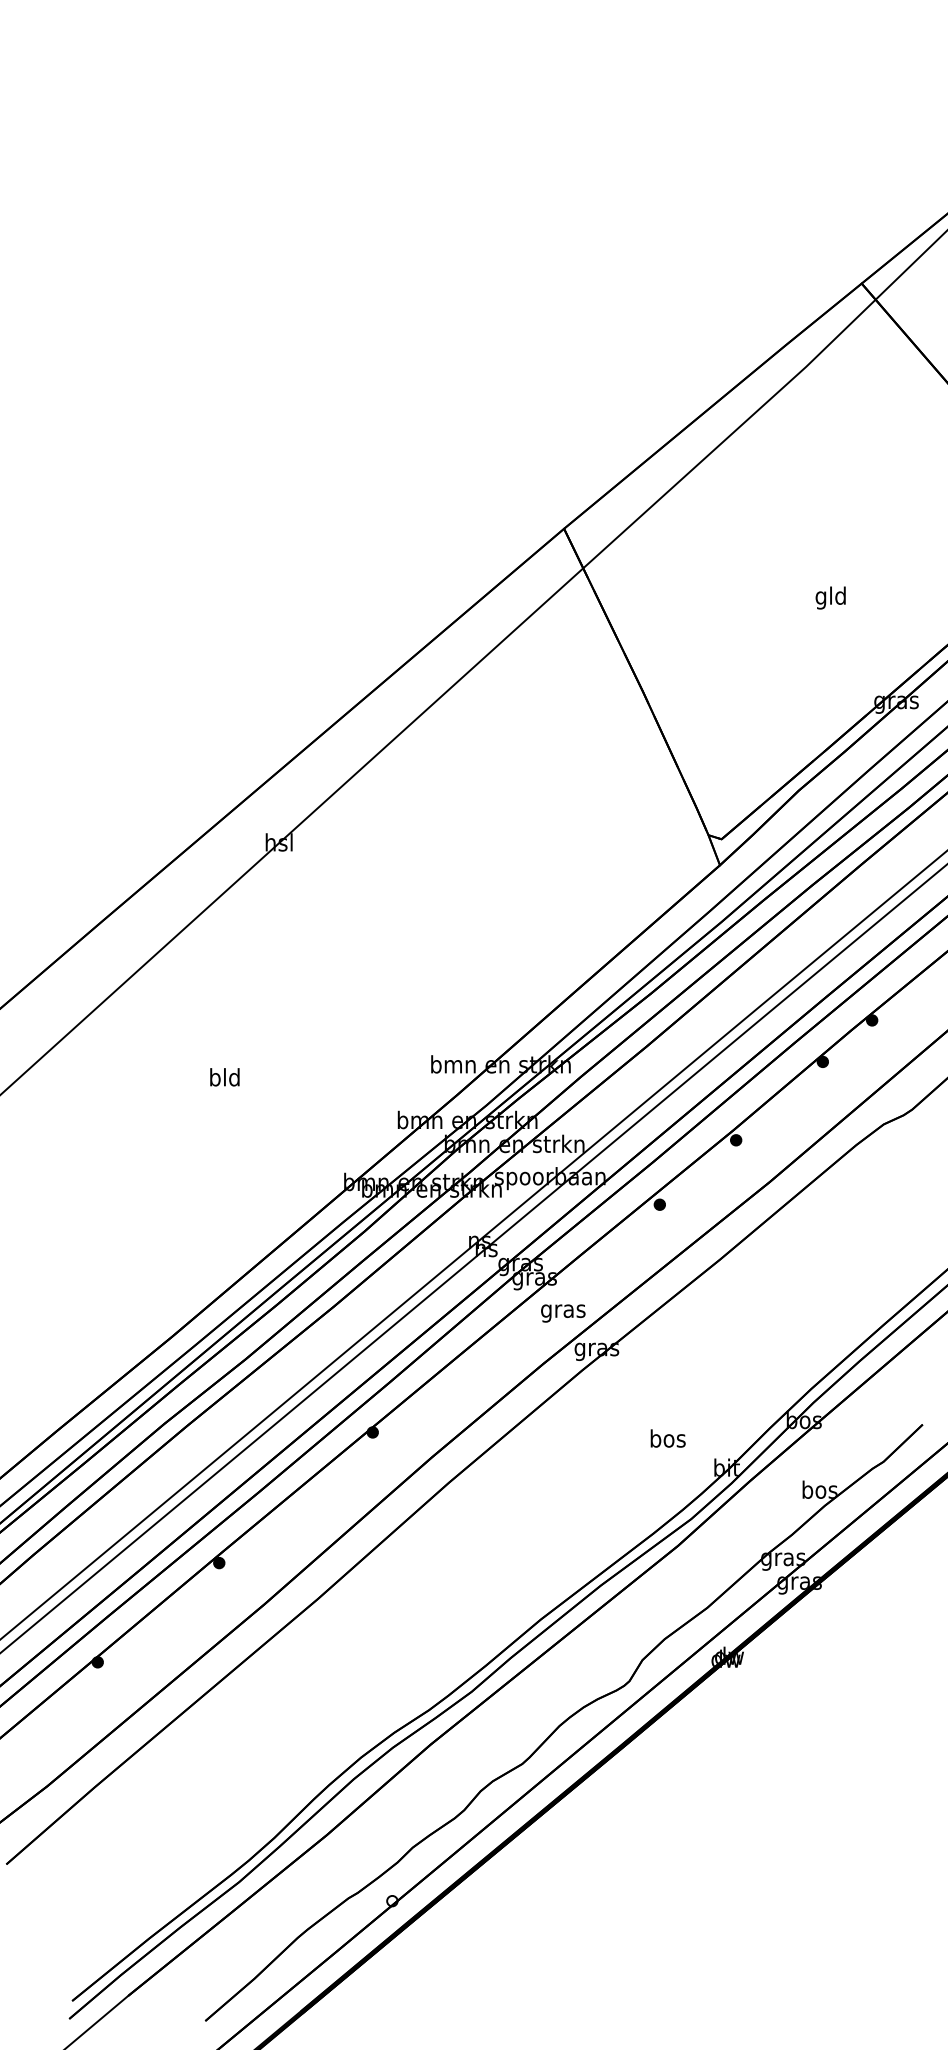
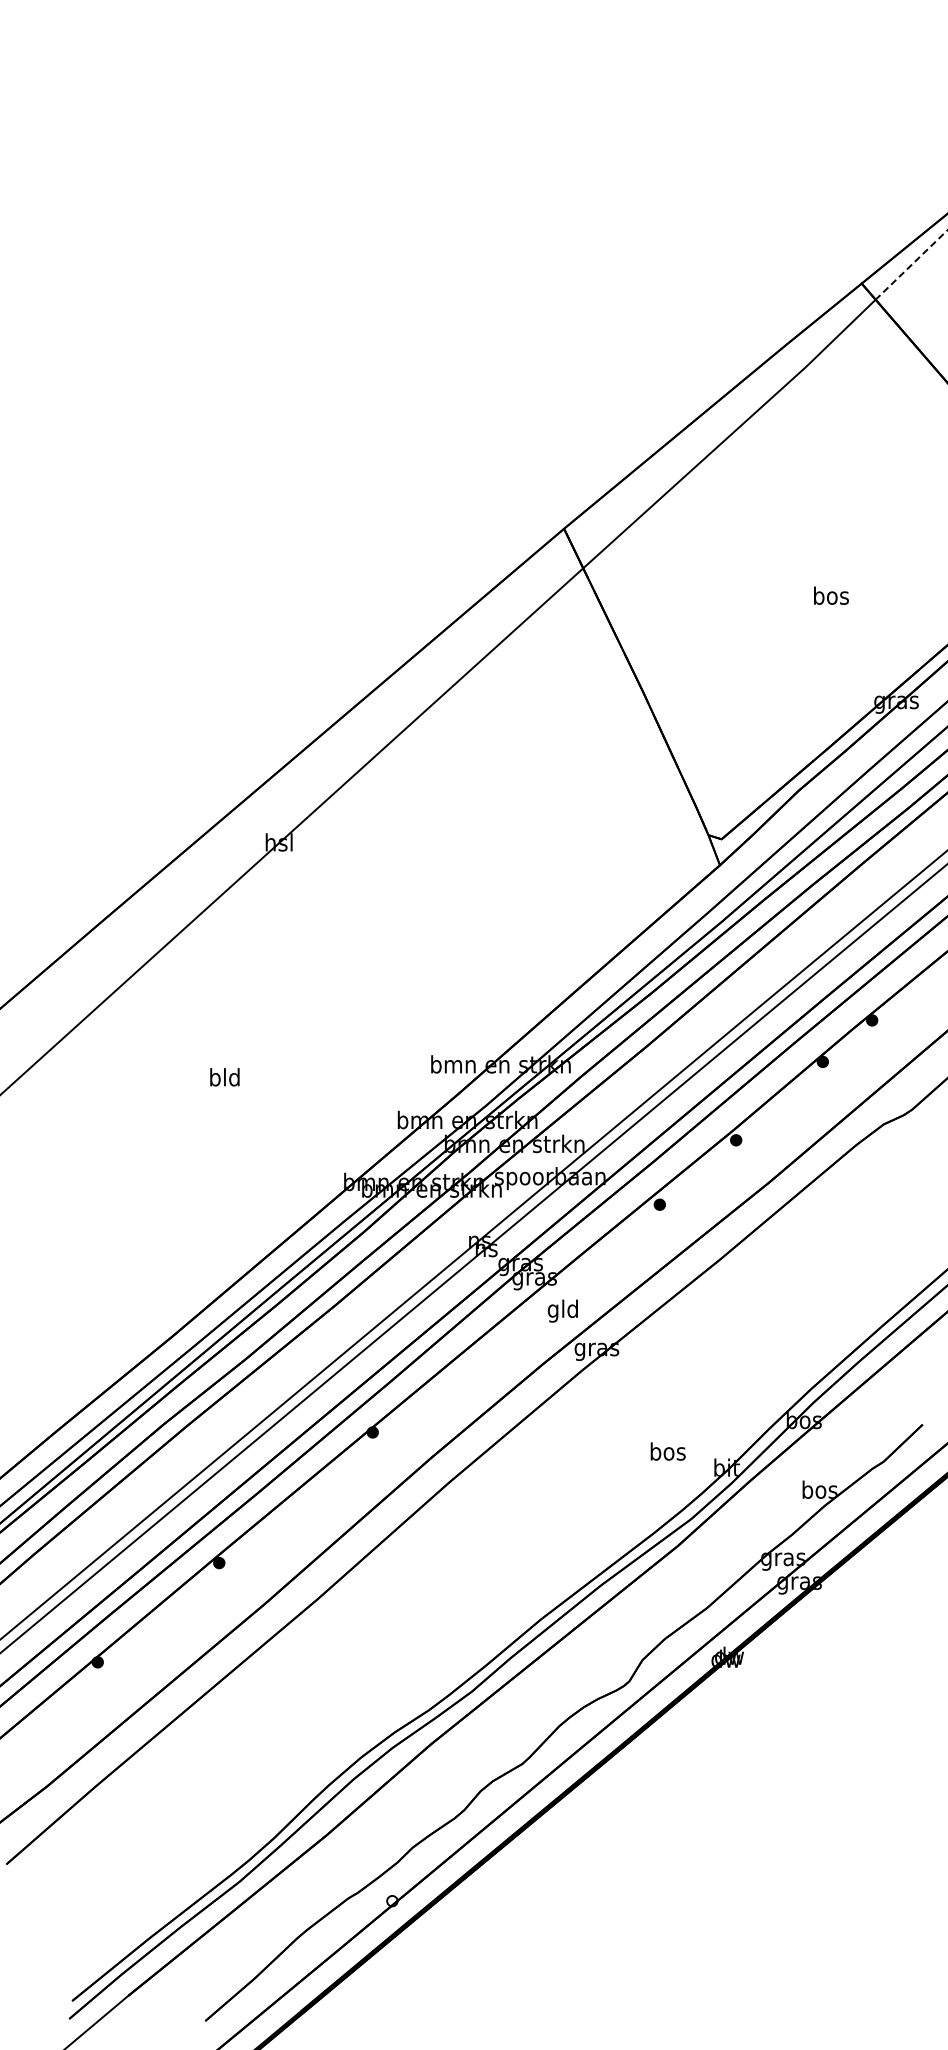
line at (911, 265): solid -> dashed
text at (831, 597): gld -> bos
text at (563, 1310): gras -> gld
text at (667, 1438) position: (667, 1438) -> (667, 1451)
